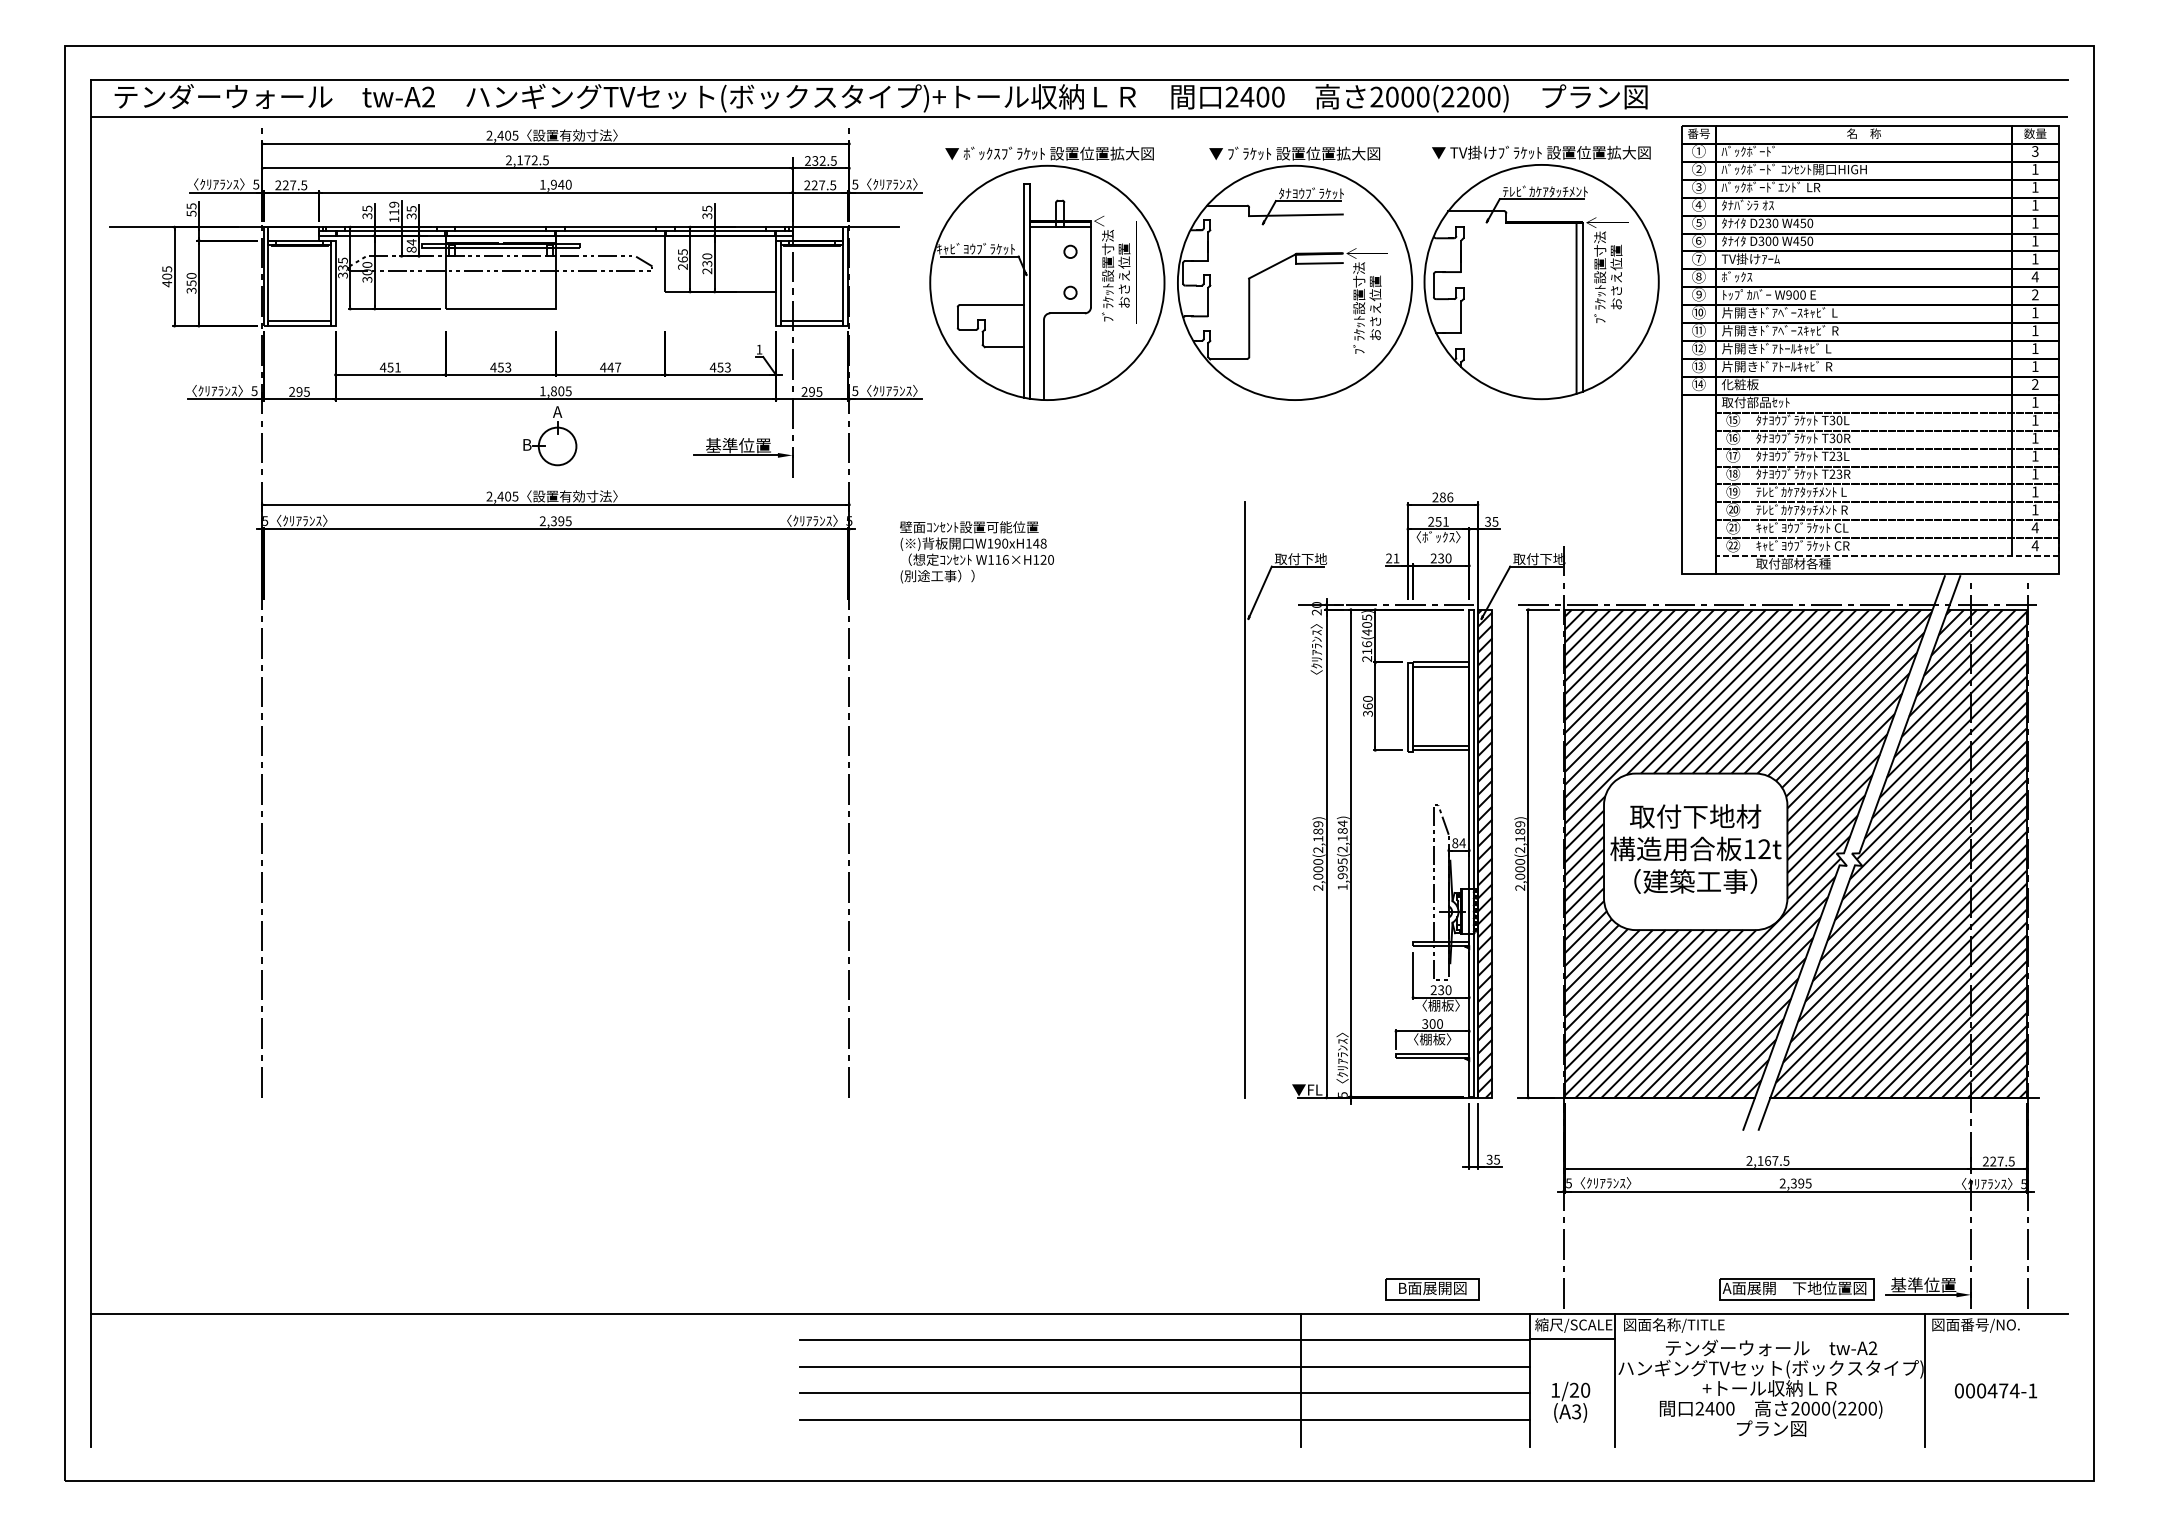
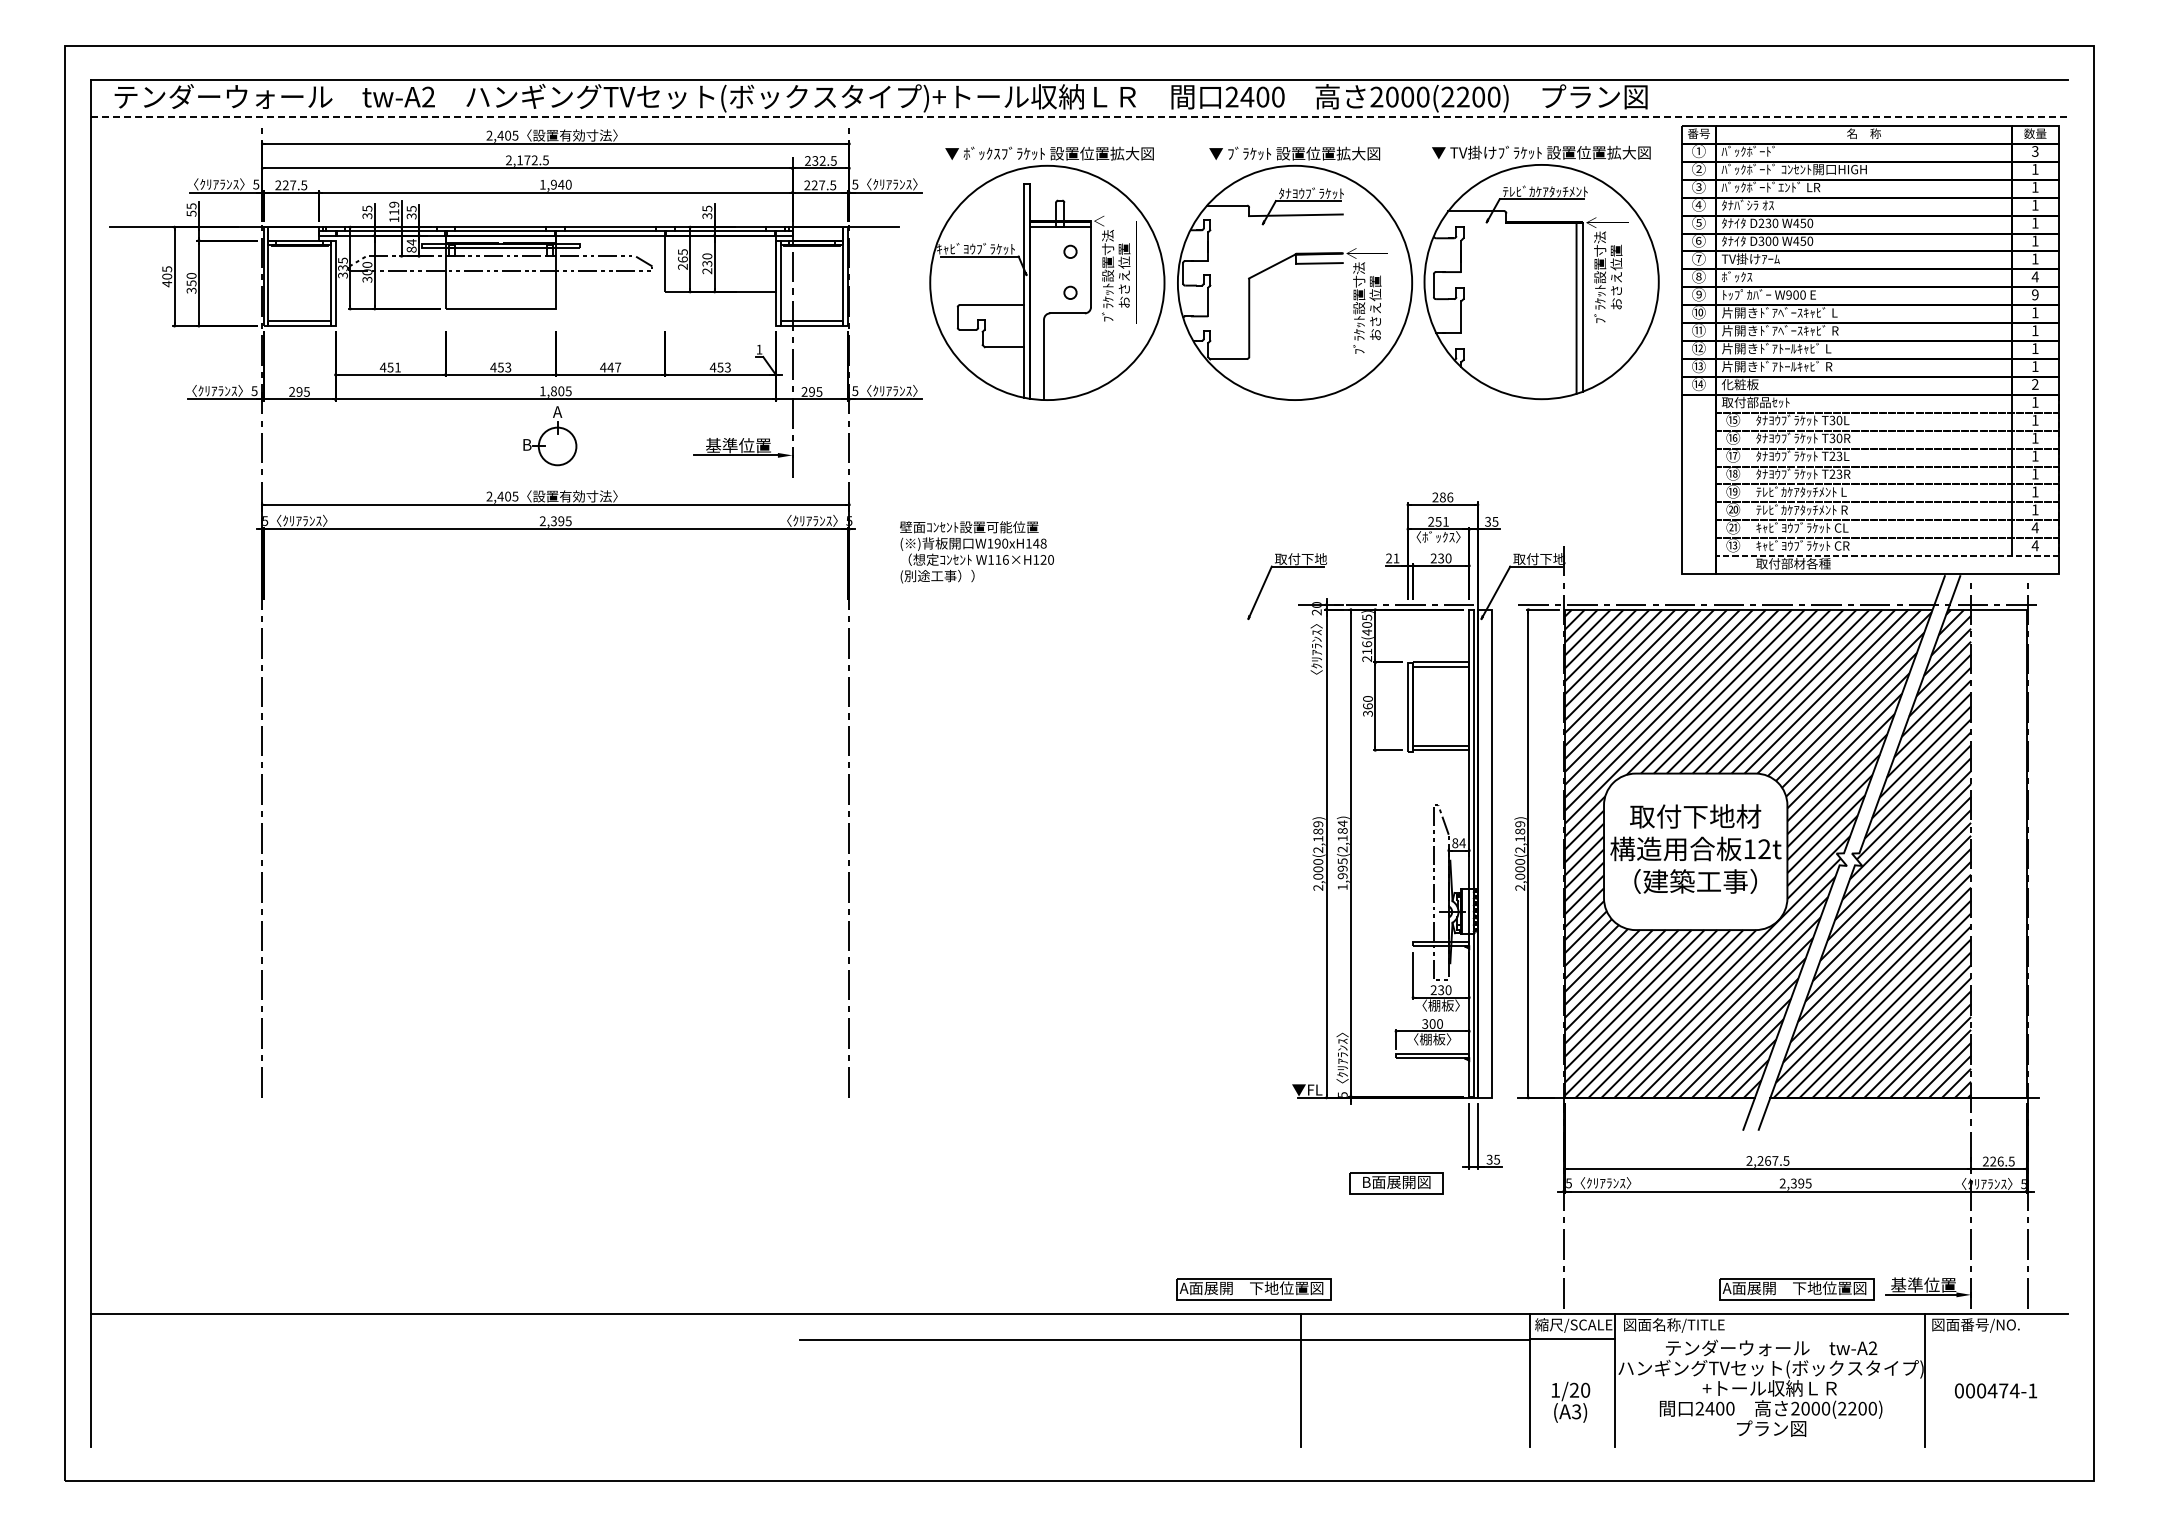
line at (1079, 117): solid -> dashed
text at (2035, 295): 2 -> 9
text at (1732, 545): ㉒ -> ⑬
line at (1244, 799): present -> none
hatch at (1484, 853): present -> none
hatch at (1998, 853): present -> none
text at (1760, 1160): 2,167.5 -> 2,267.5
text at (2000, 1161): 227.5 -> 226.5
part at (1253, 1289): none -> present
part at (1432, 1289) position: (1432, 1289) -> (1396, 1183)
line at (1164, 1367): present -> none
line at (1164, 1393): present -> none
line at (1164, 1420): present -> none
